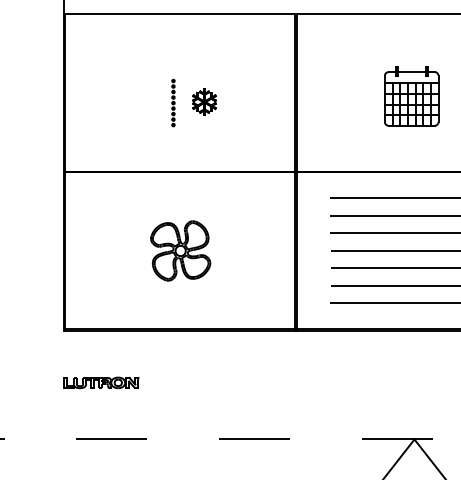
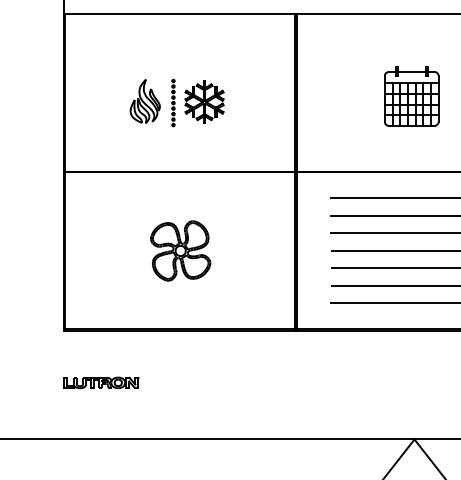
part at (144, 101): none -> present
part at (204, 101) size: 25x28 px -> 41x44 px
line at (230, 439): dashed -> solid
